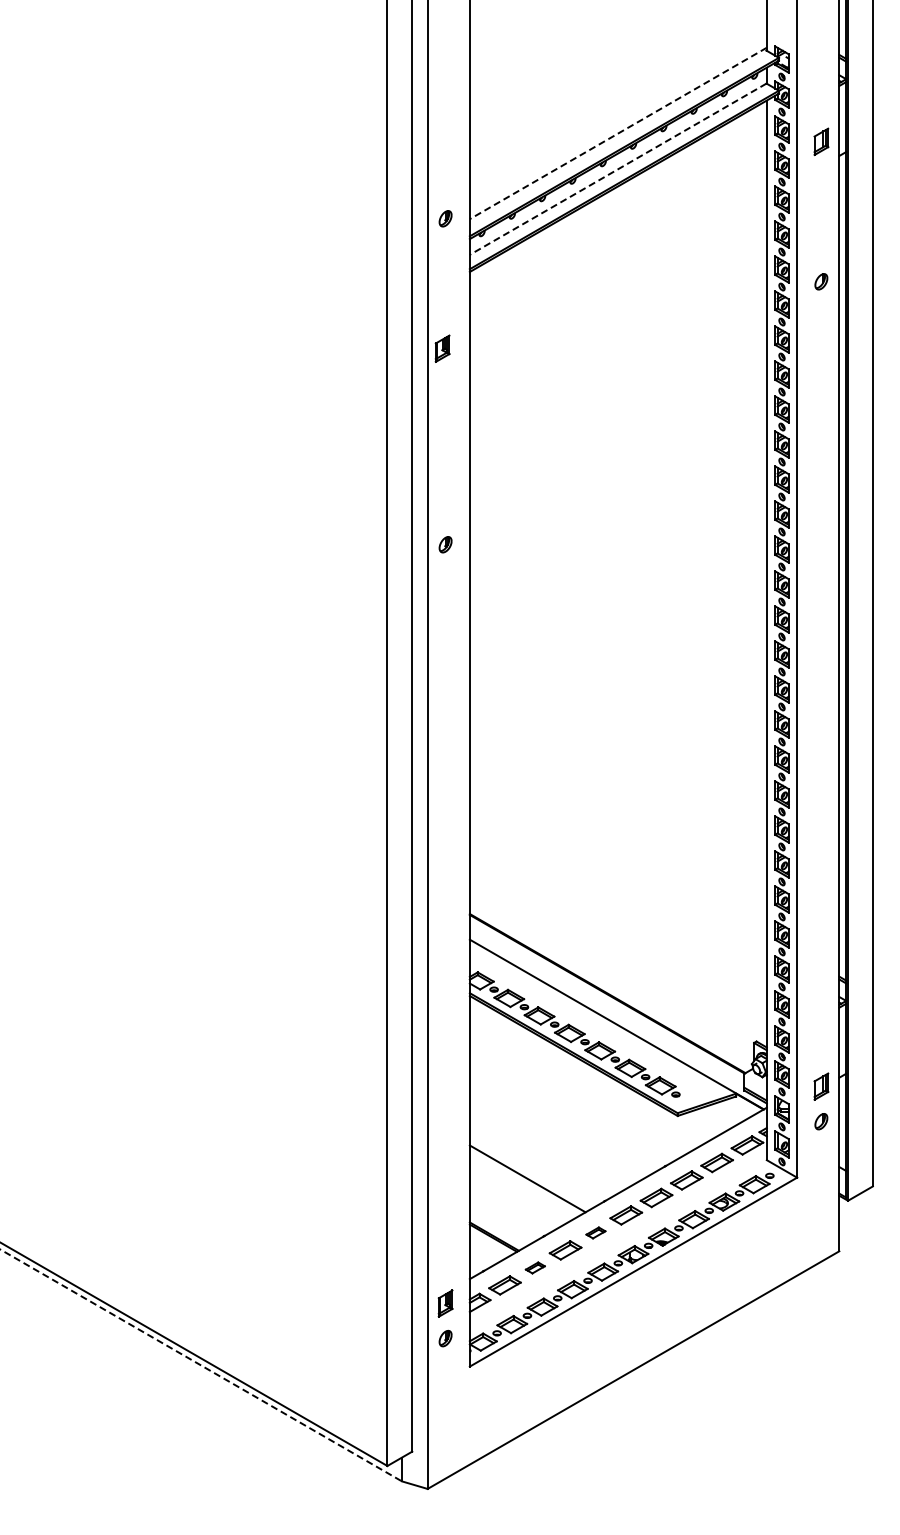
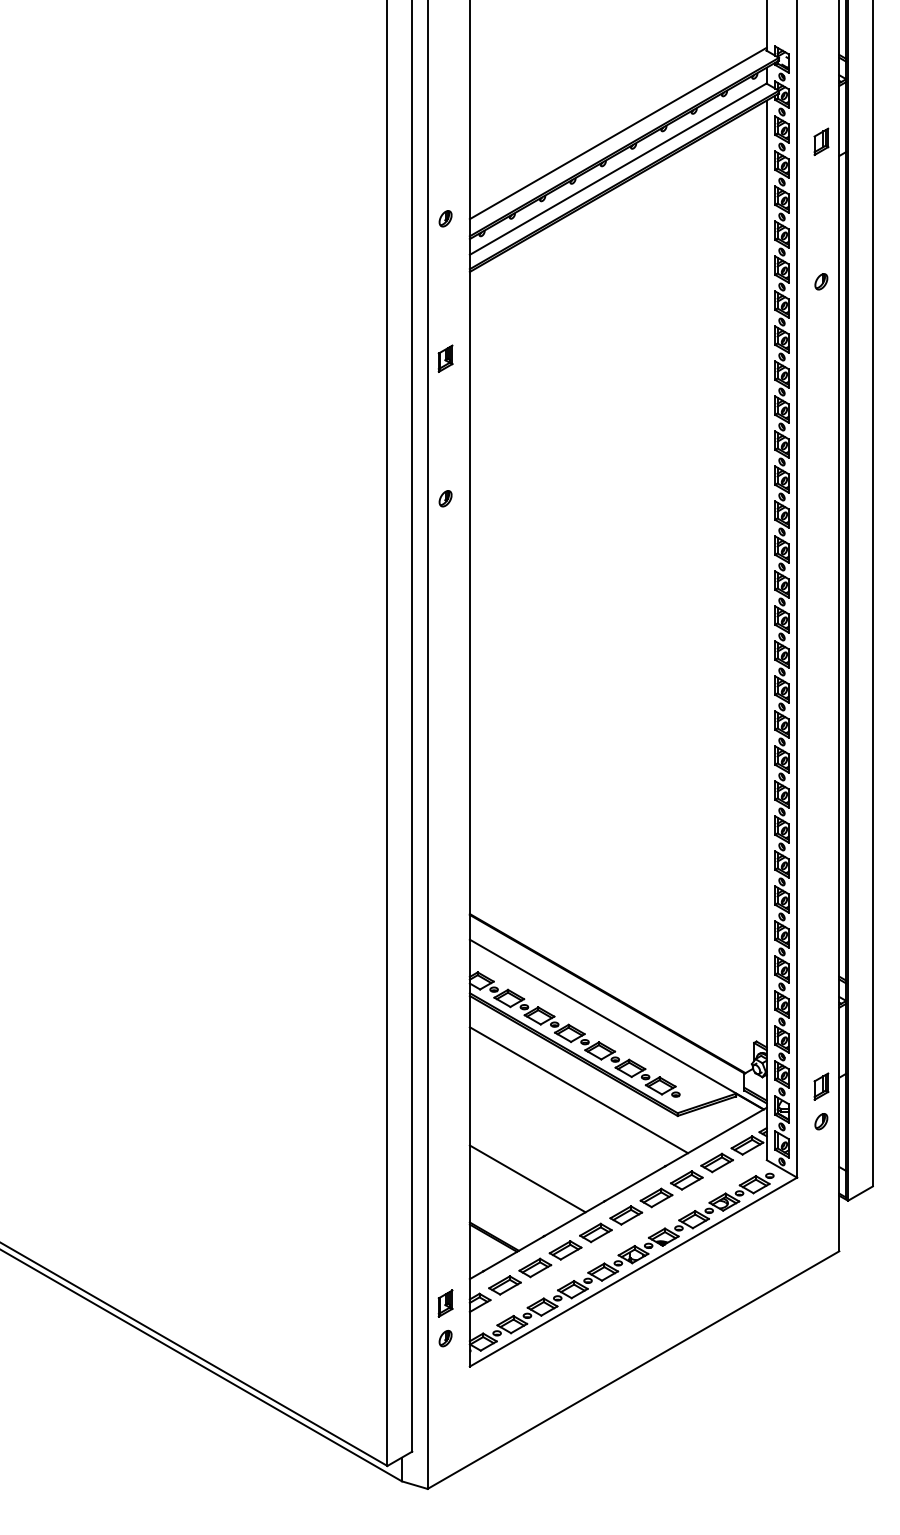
line at (617, 133): dashed -> solid
line at (617, 169): dashed -> solid
part at (442, 348) position: (442, 348) -> (445, 358)
part at (445, 544) position: (445, 544) -> (445, 498)
line at (578, 1090): none -> present
part at (595, 1232) size: 22x14 px -> 34x22 px
part at (534, 1267) size: 22x14 px -> 35x22 px
line at (201, 1365): dashed -> solid
